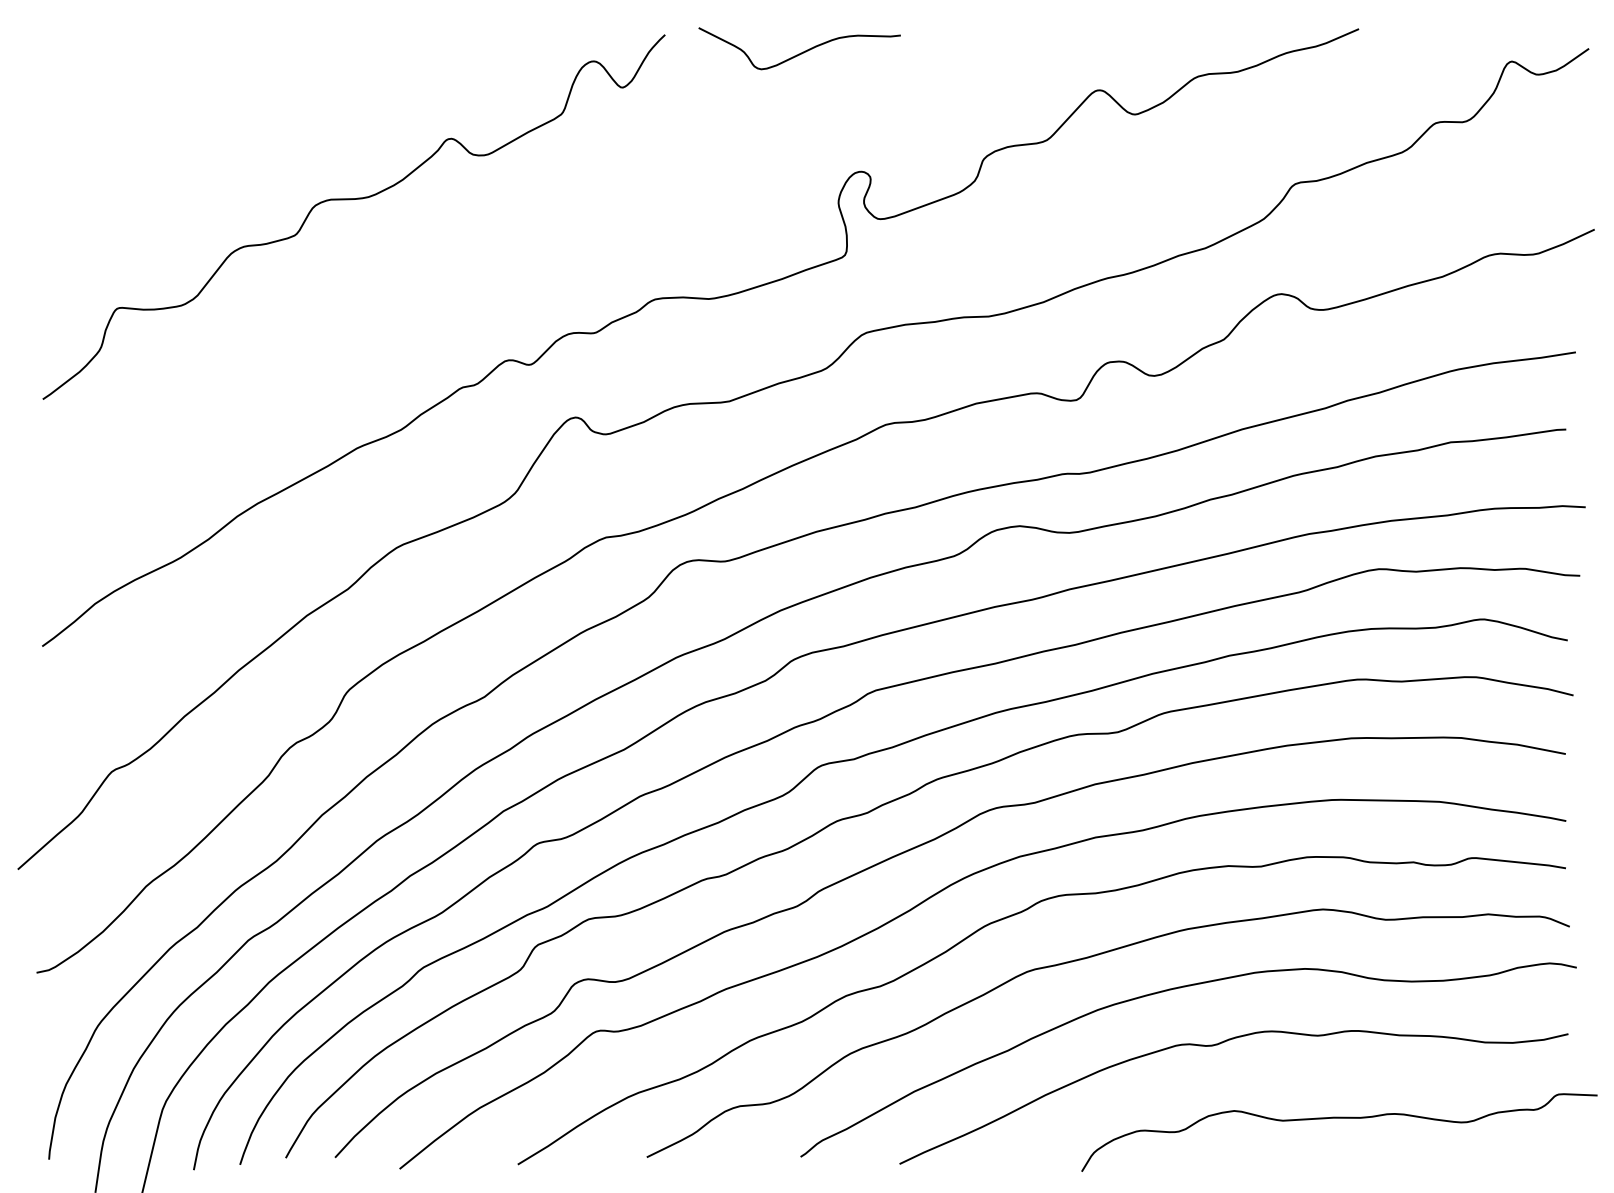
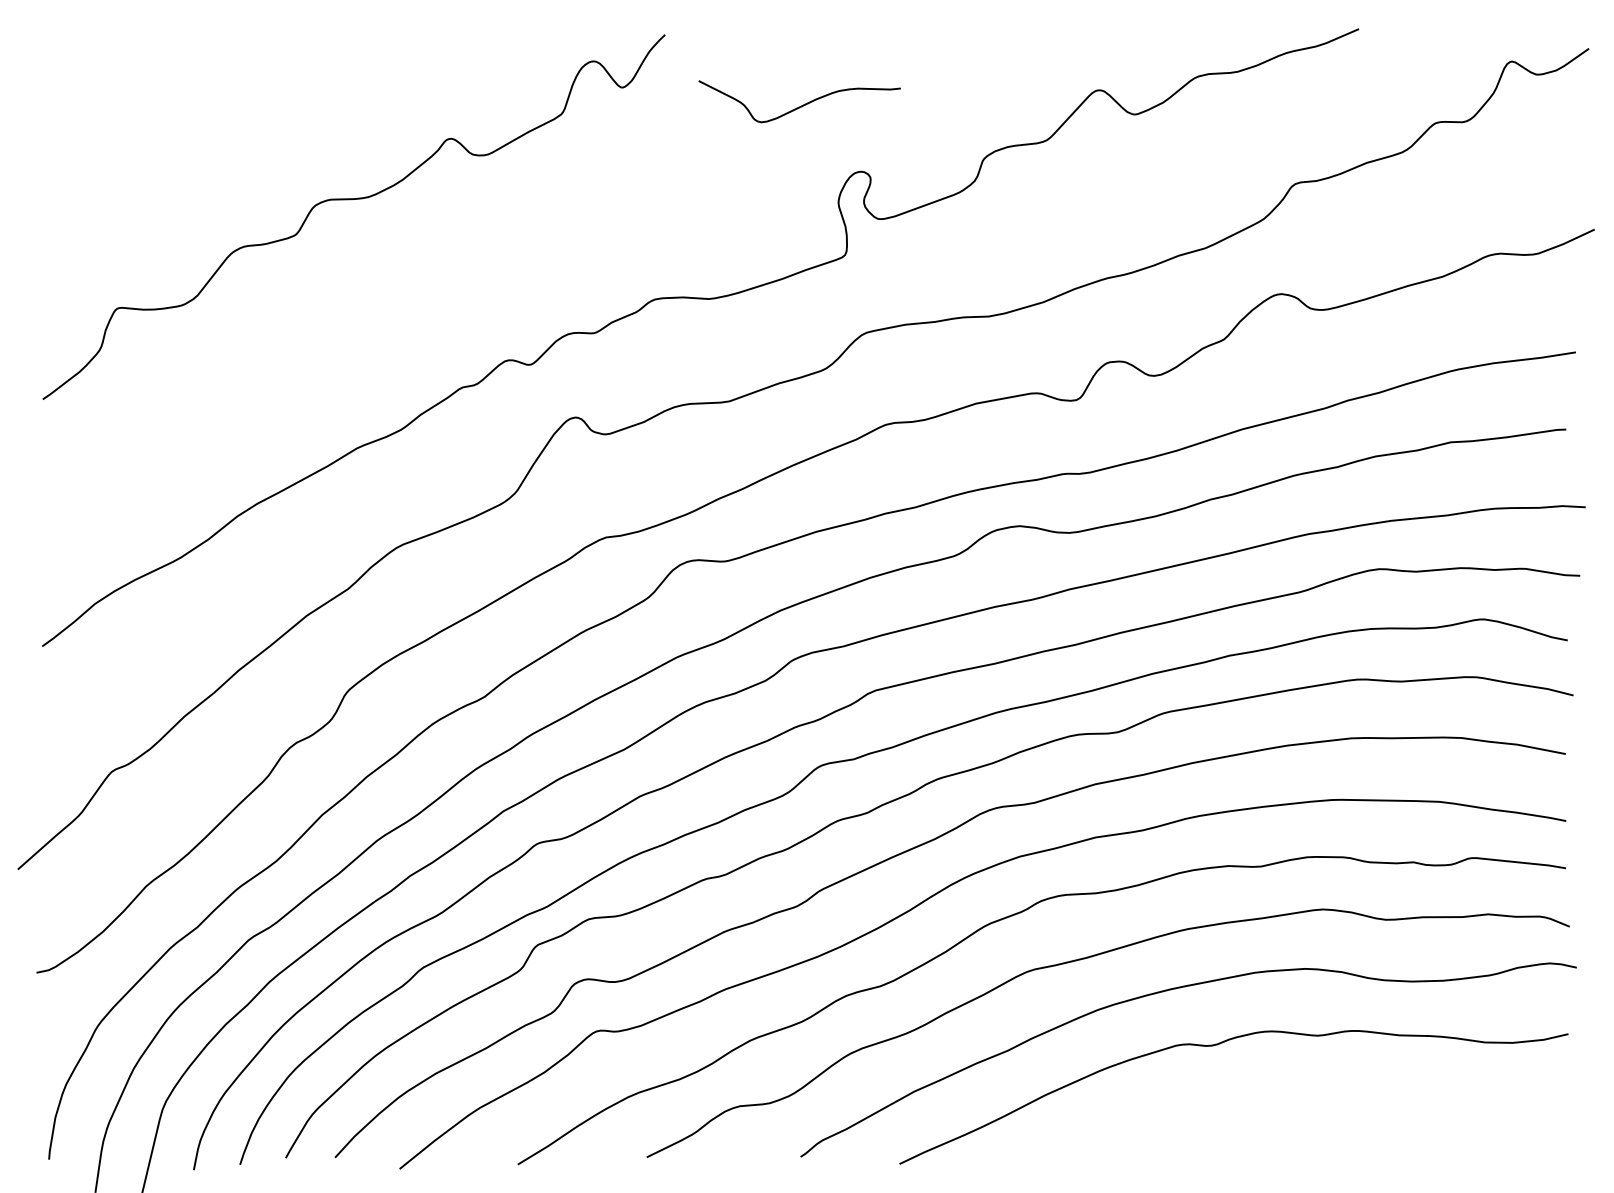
curve at (800, 52) position: (800, 52) -> (800, 105)
curve at (1339, 1118): present -> none
